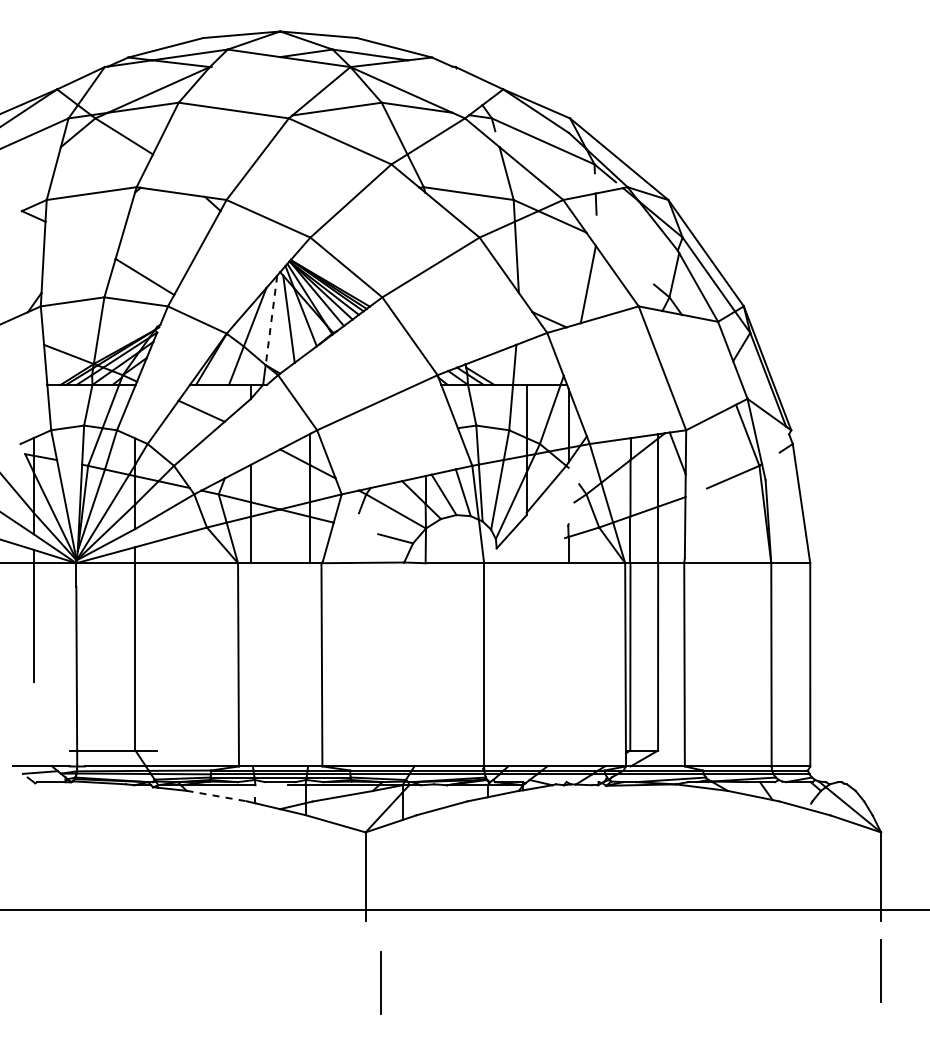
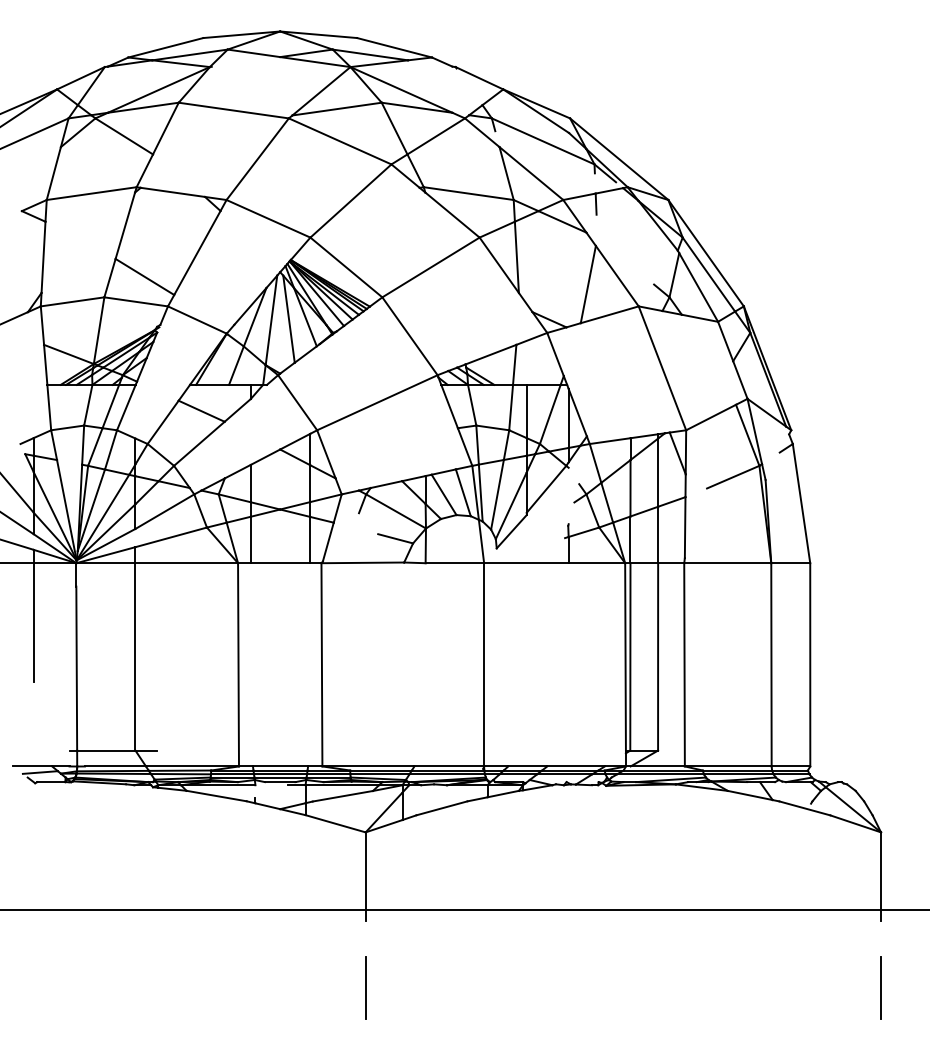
line at (271, 320): dashed -> solid
line at (216, 796): dashed -> solid
line at (880, 970) position: (880, 970) -> (880, 987)
line at (380, 982) position: (380, 982) -> (365, 987)
